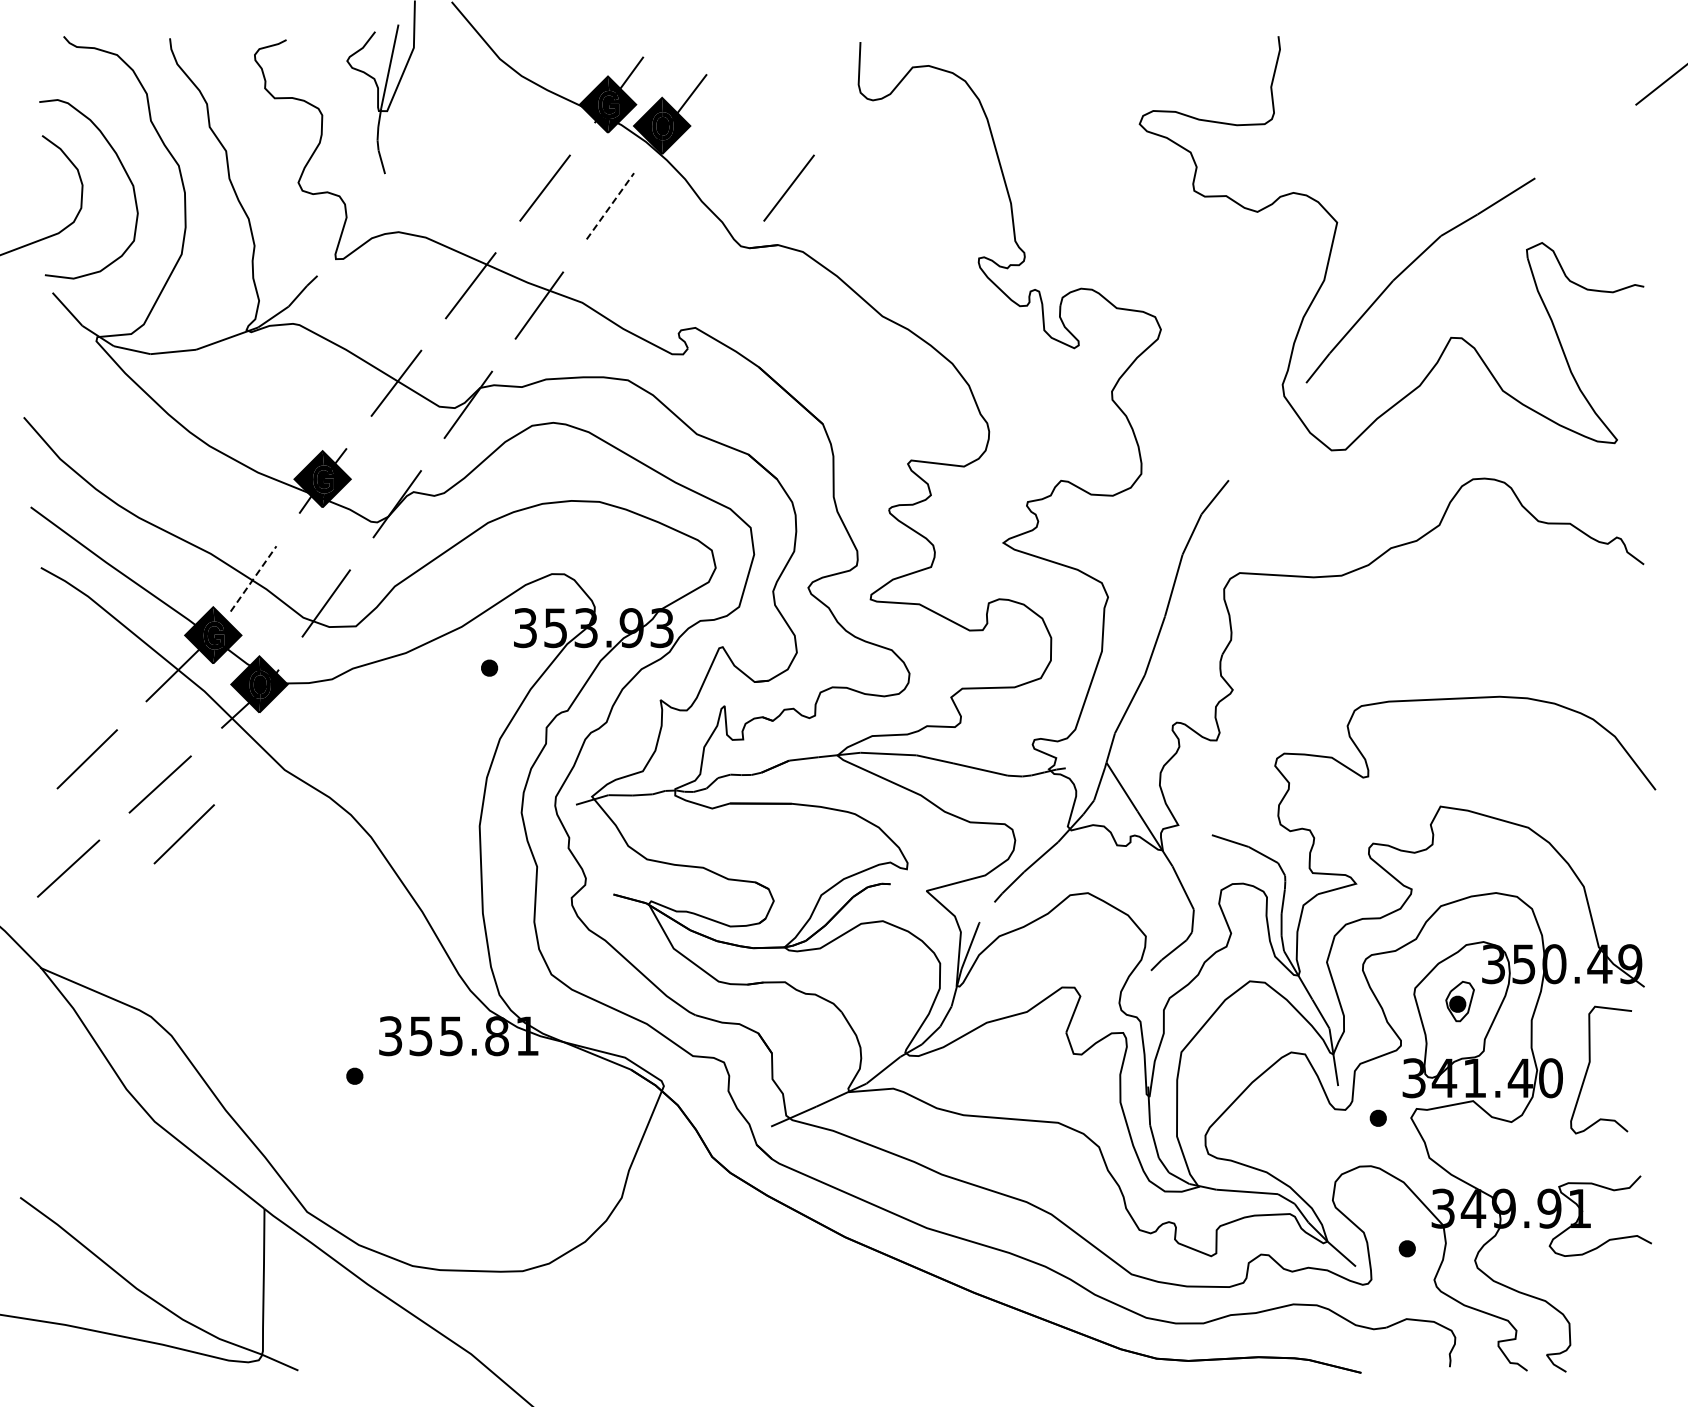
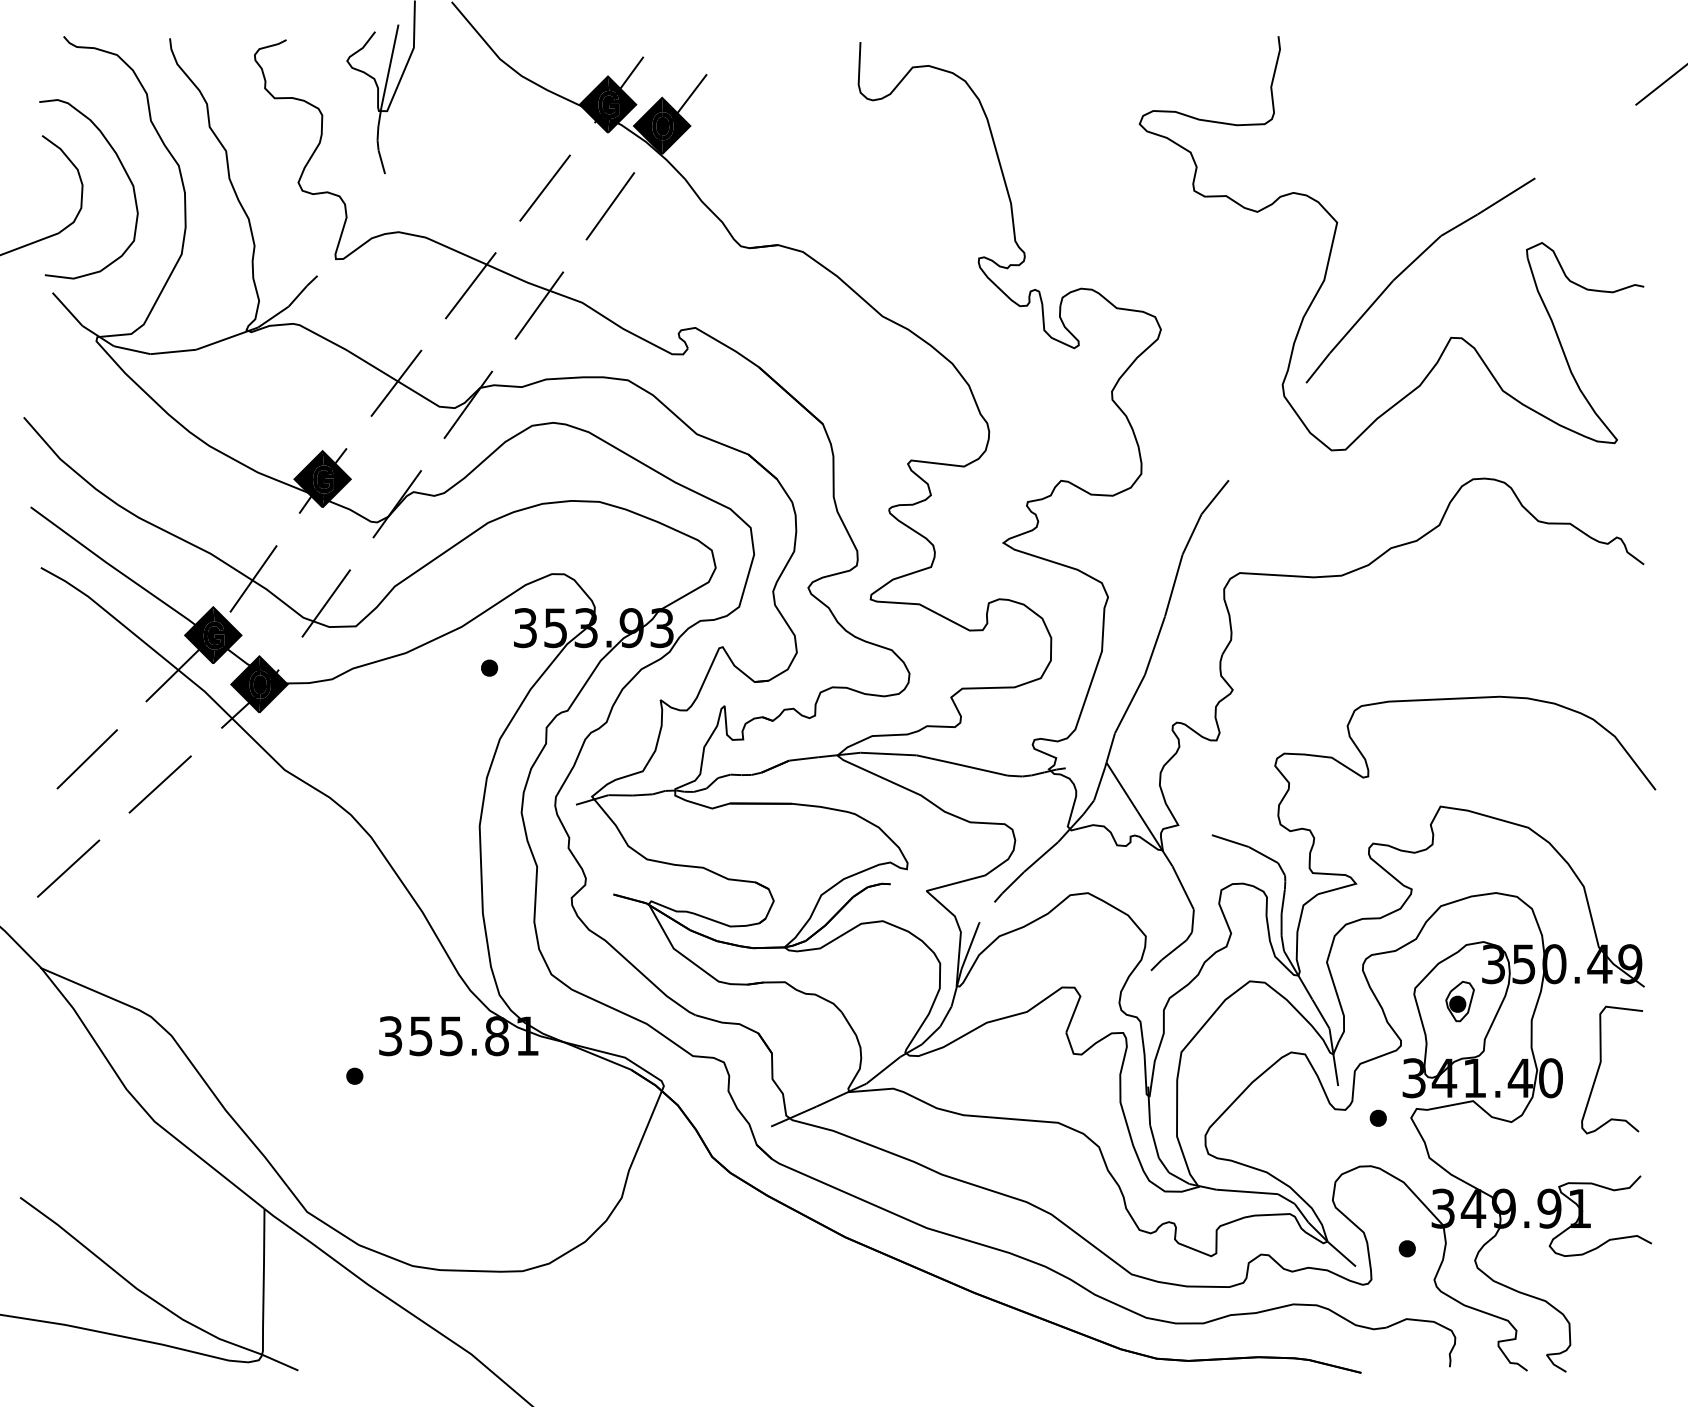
line at (788, 187): present -> none
line at (610, 206): dashed -> solid
line at (253, 578): dashed -> solid
line at (183, 834): present -> none
curve at (1589, 1066) position: (1589, 1066) -> (1600, 1066)
